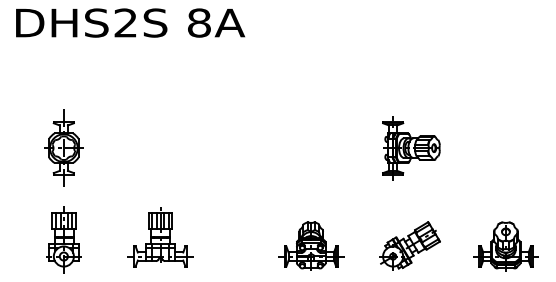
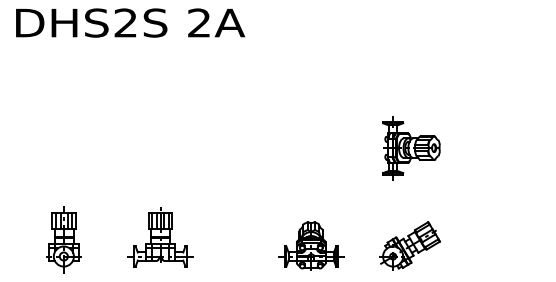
text at (199, 22): 8A -> 2A
part at (63, 147): present -> none
part at (505, 246): present -> none
